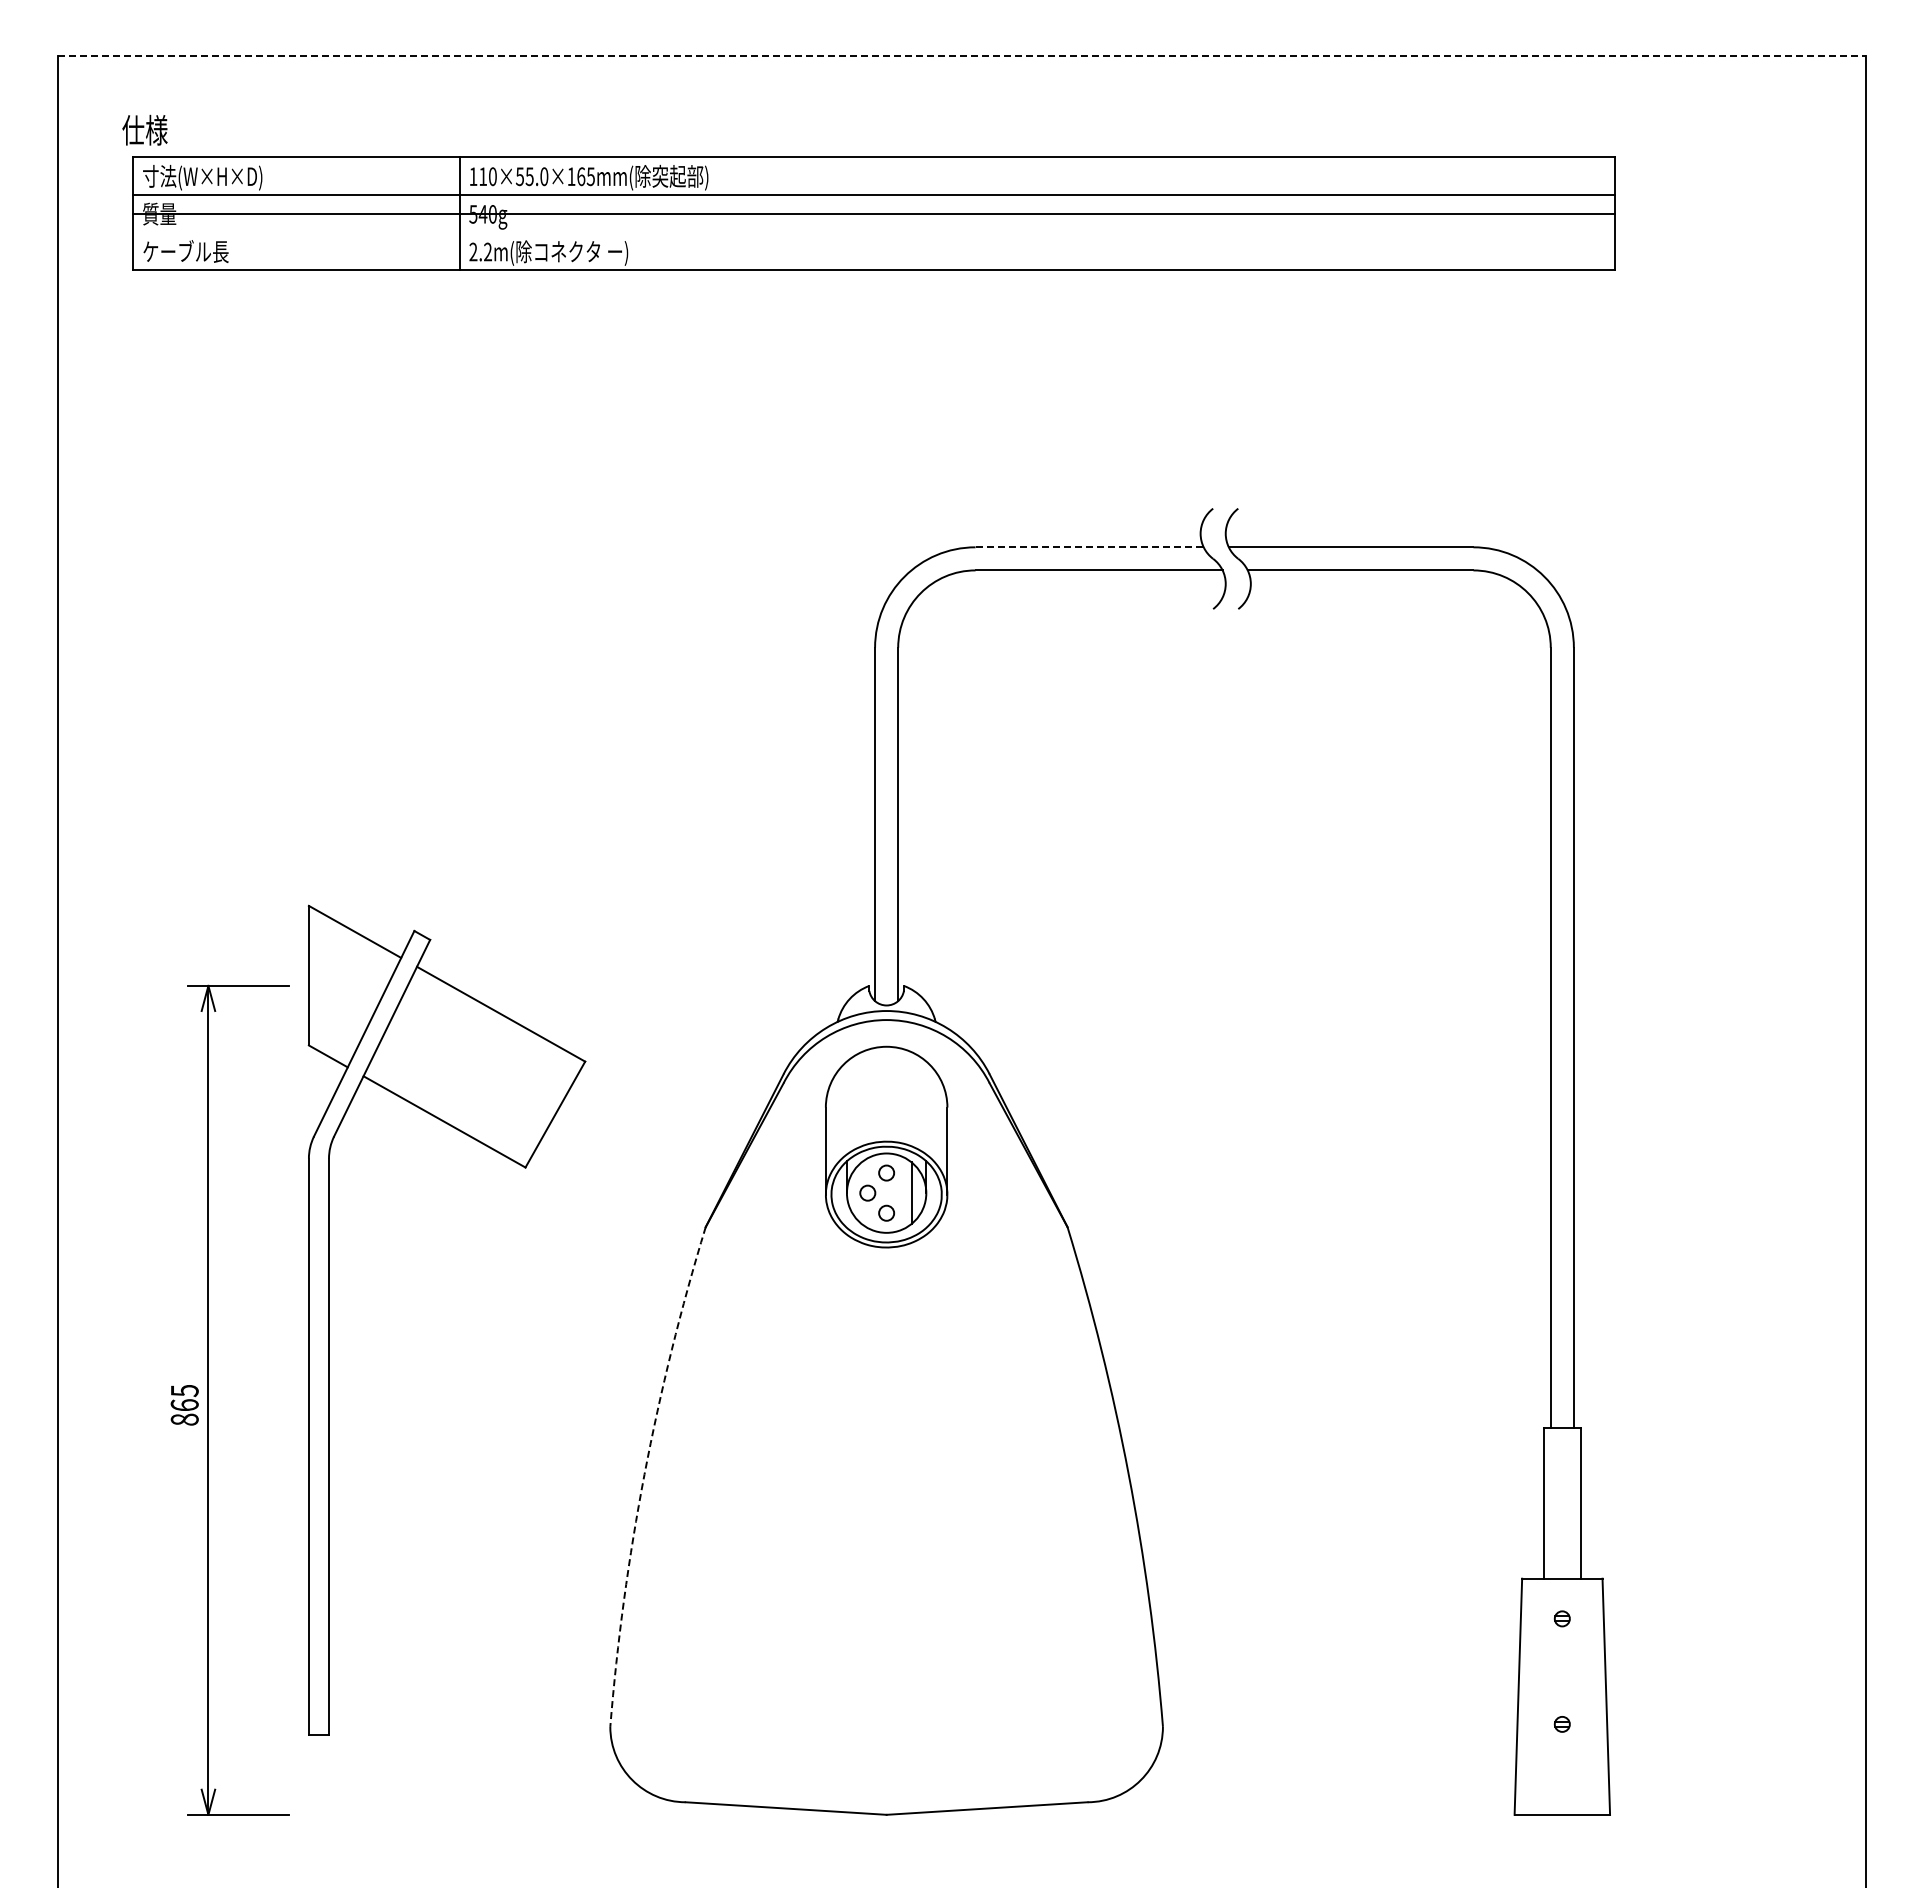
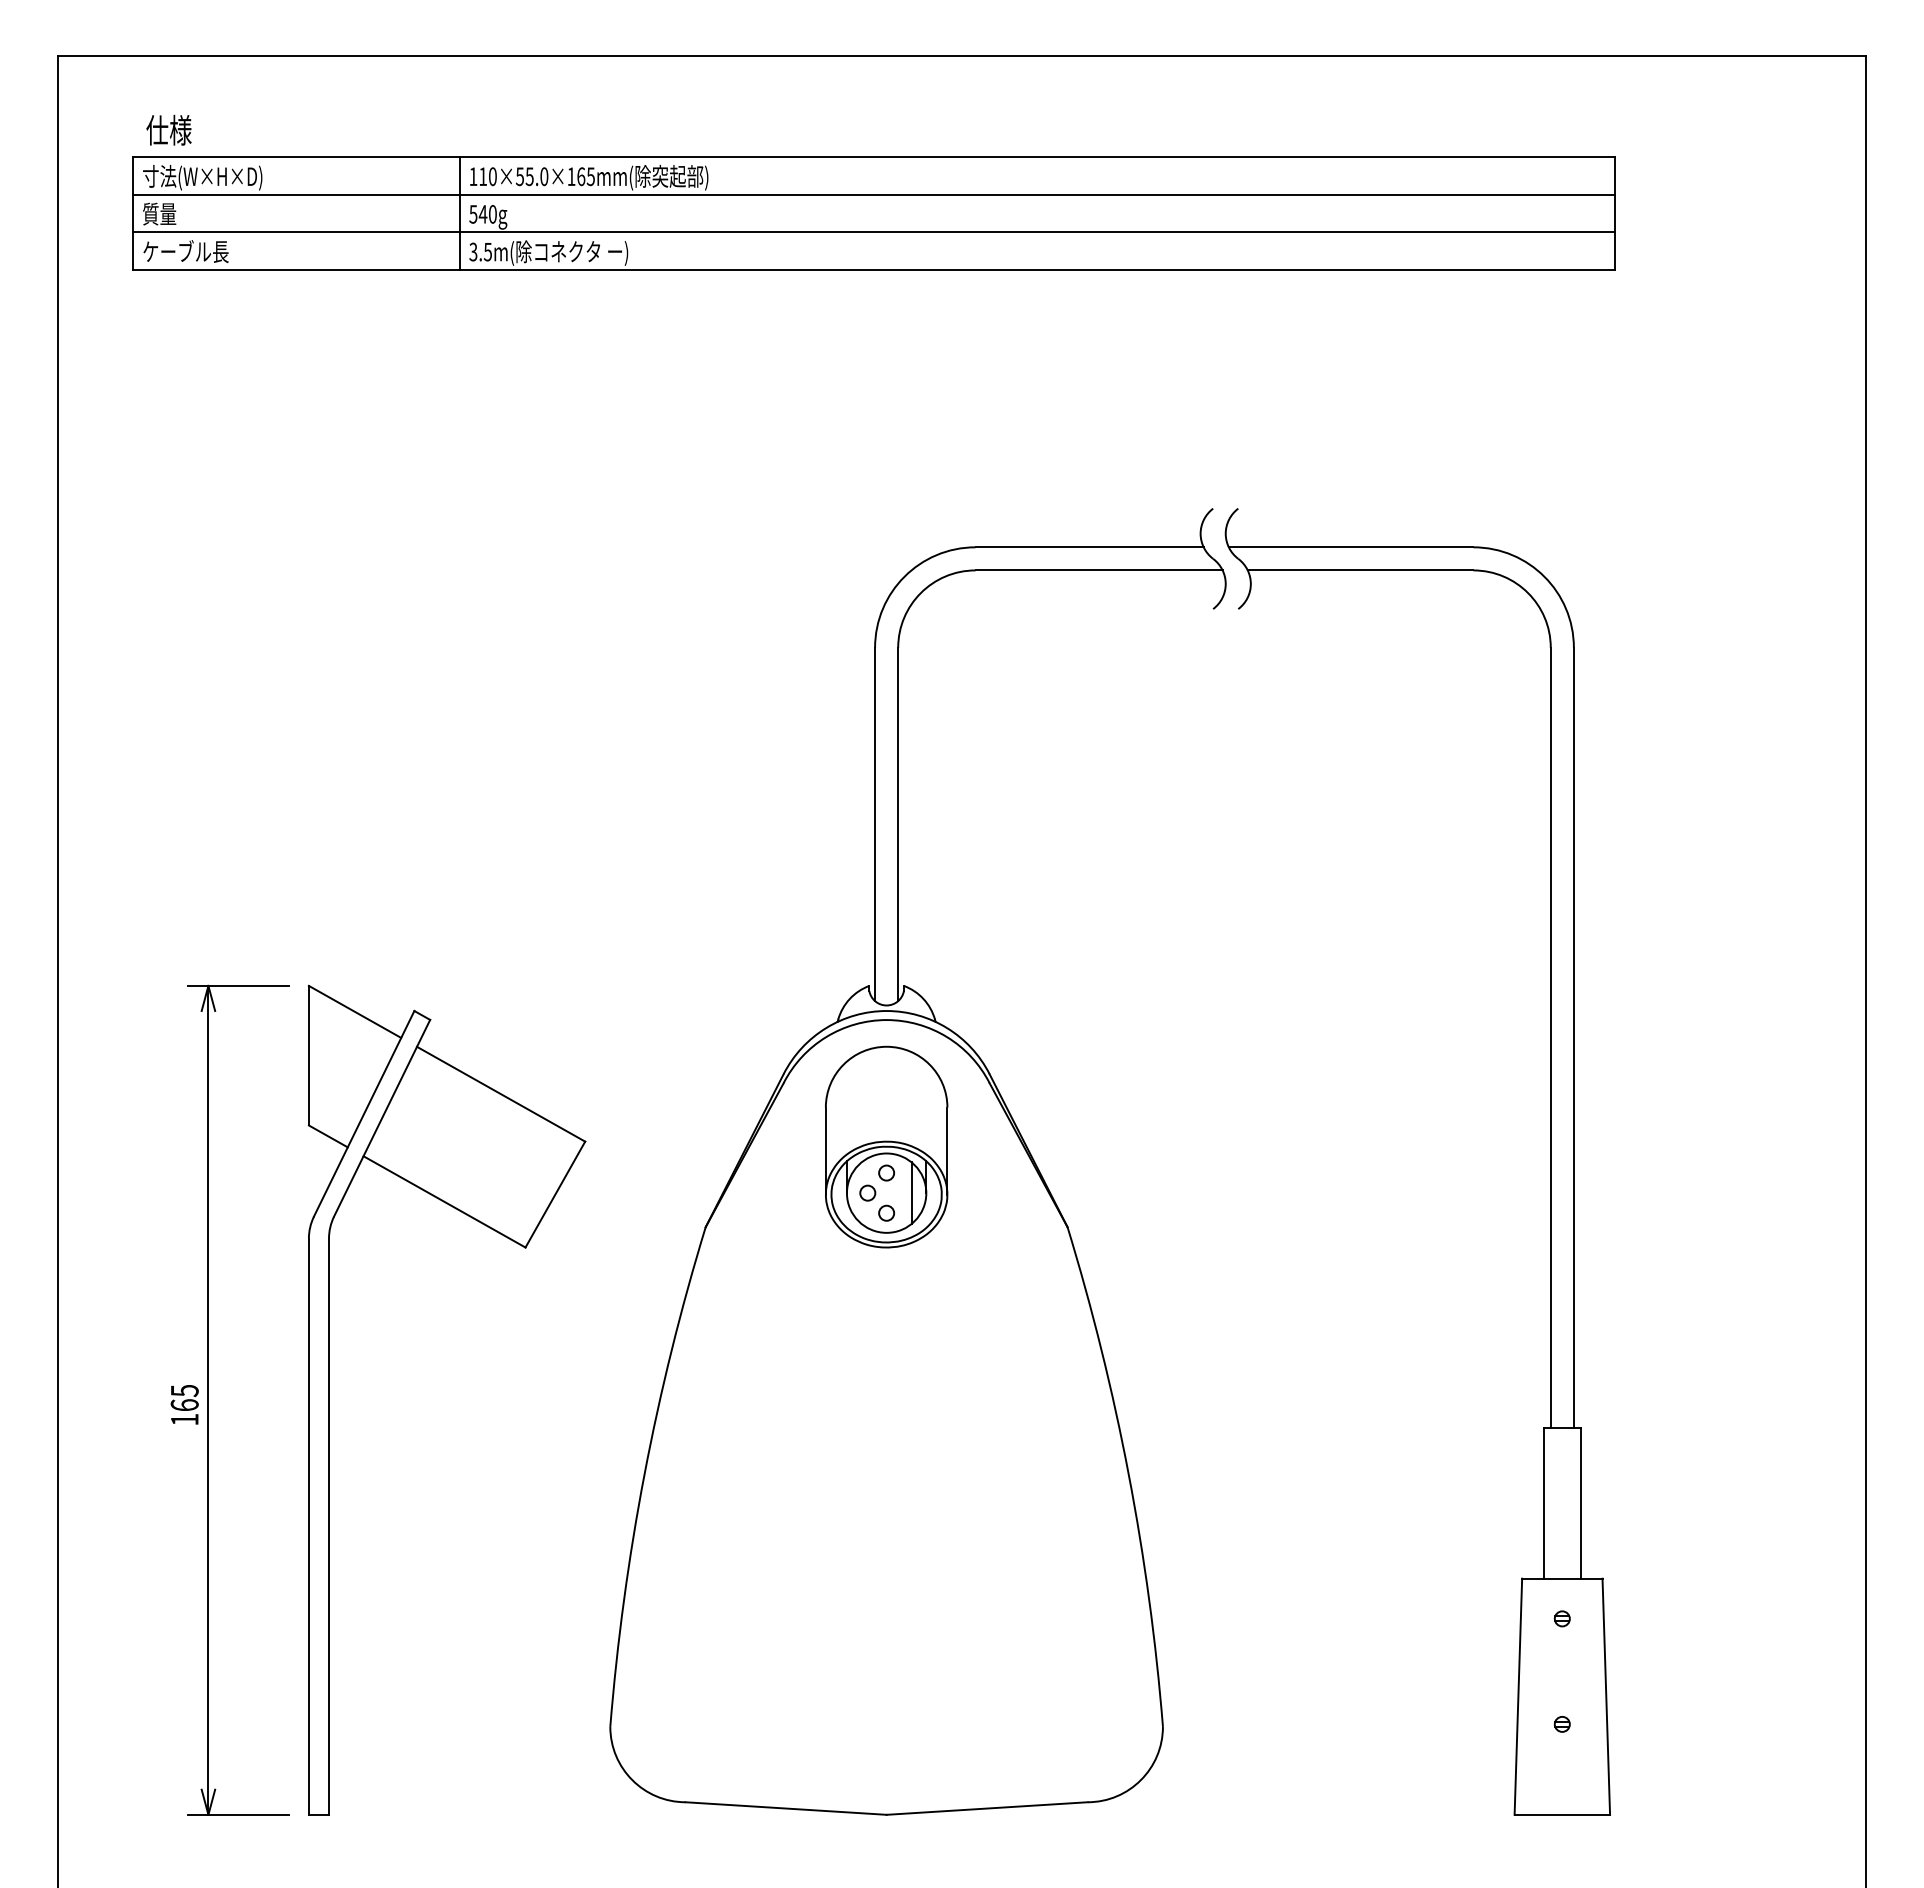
line at (962, 56): dashed -> solid
text at (144, 129) position: (144, 129) -> (168, 129)
line at (874, 214) position: (874, 214) -> (874, 232)
text at (480, 251): 2.2m( -> 3.5m(
line at (1090, 547): dashed -> solid
part at (329, 1319) position: (329, 1319) -> (329, 1399)
text at (184, 1419): 865 -> 165
arc at (644, 1474): dashed -> solid
